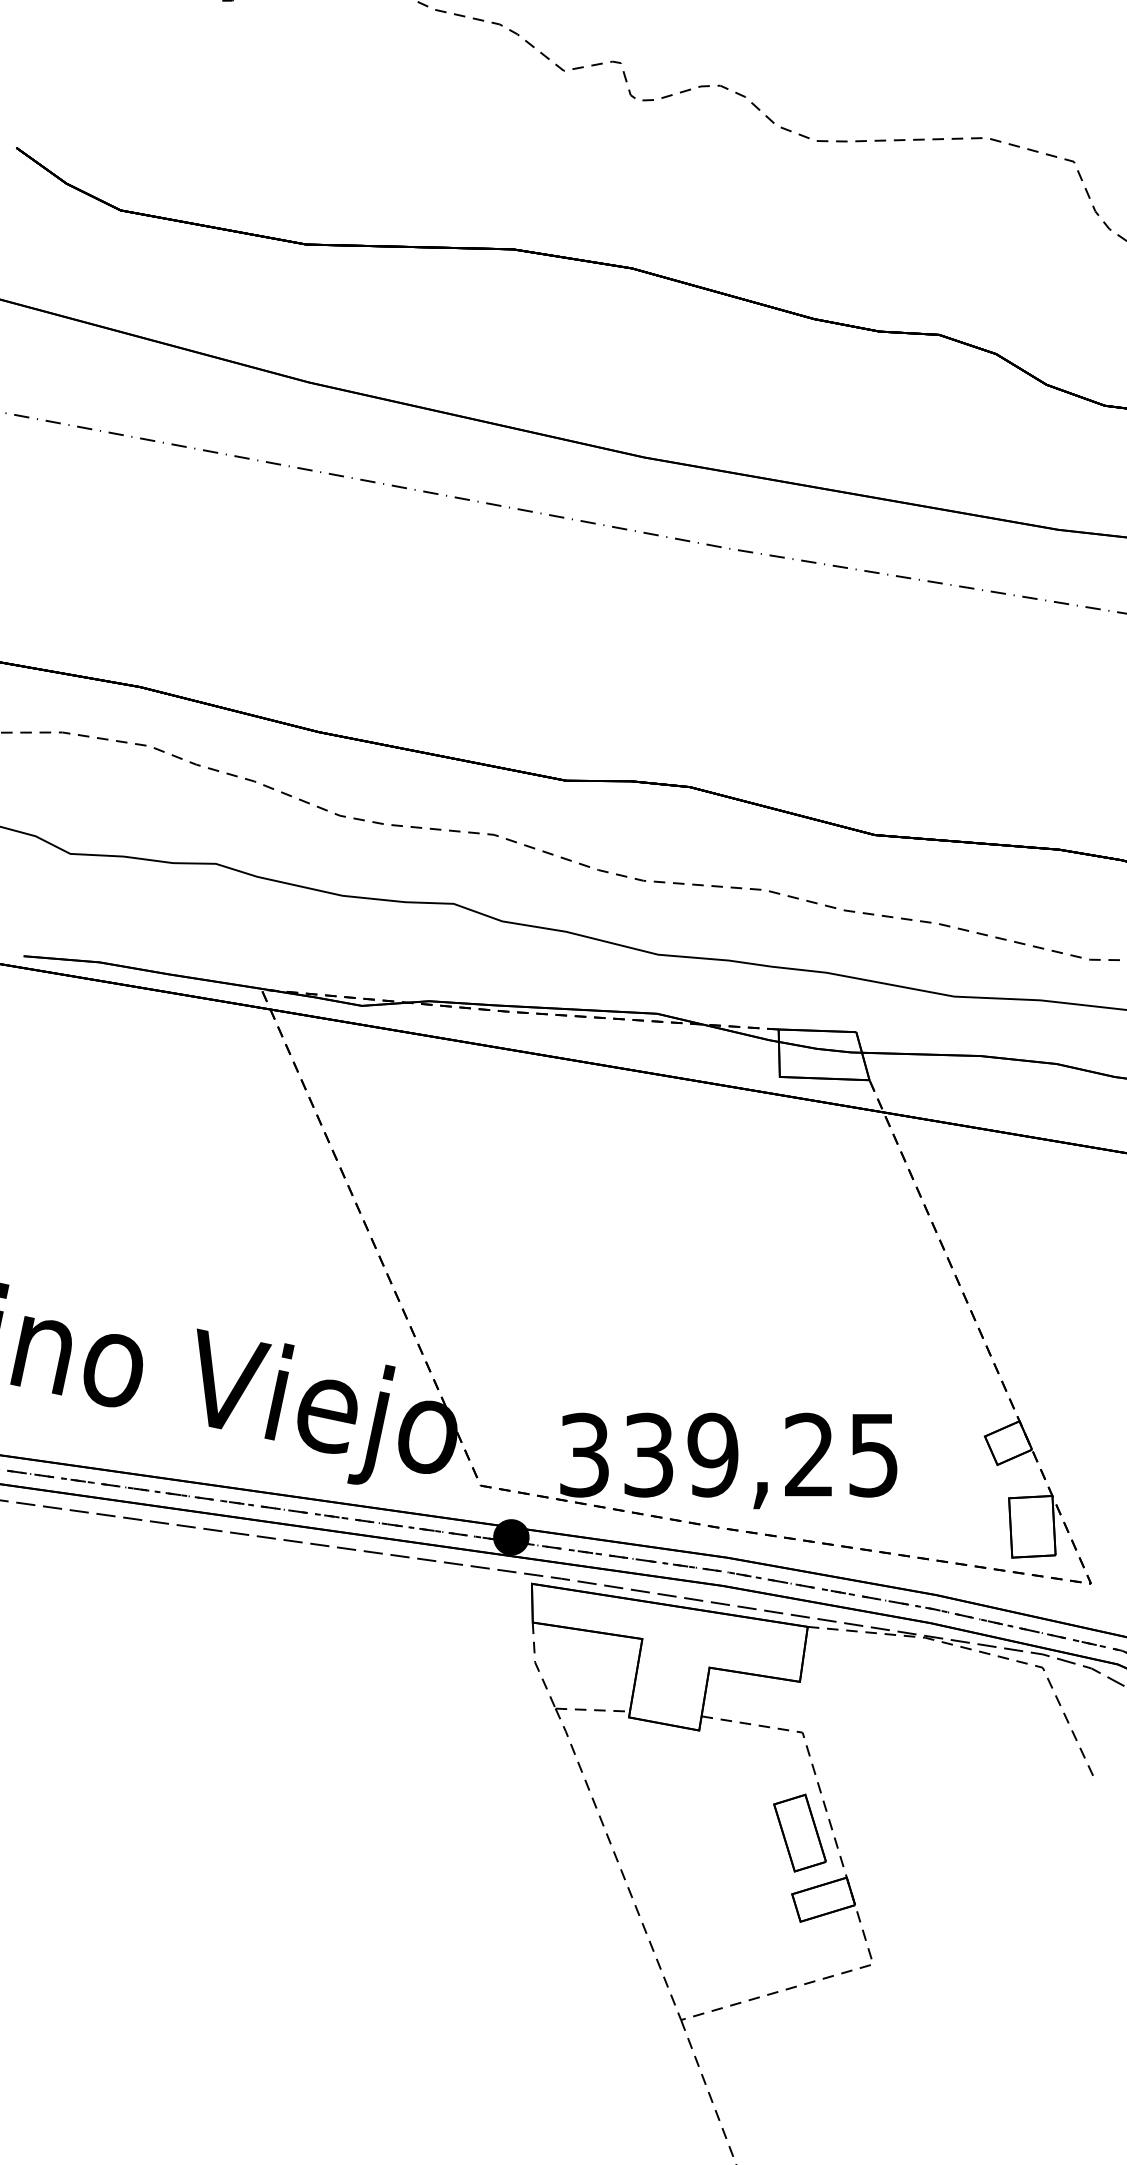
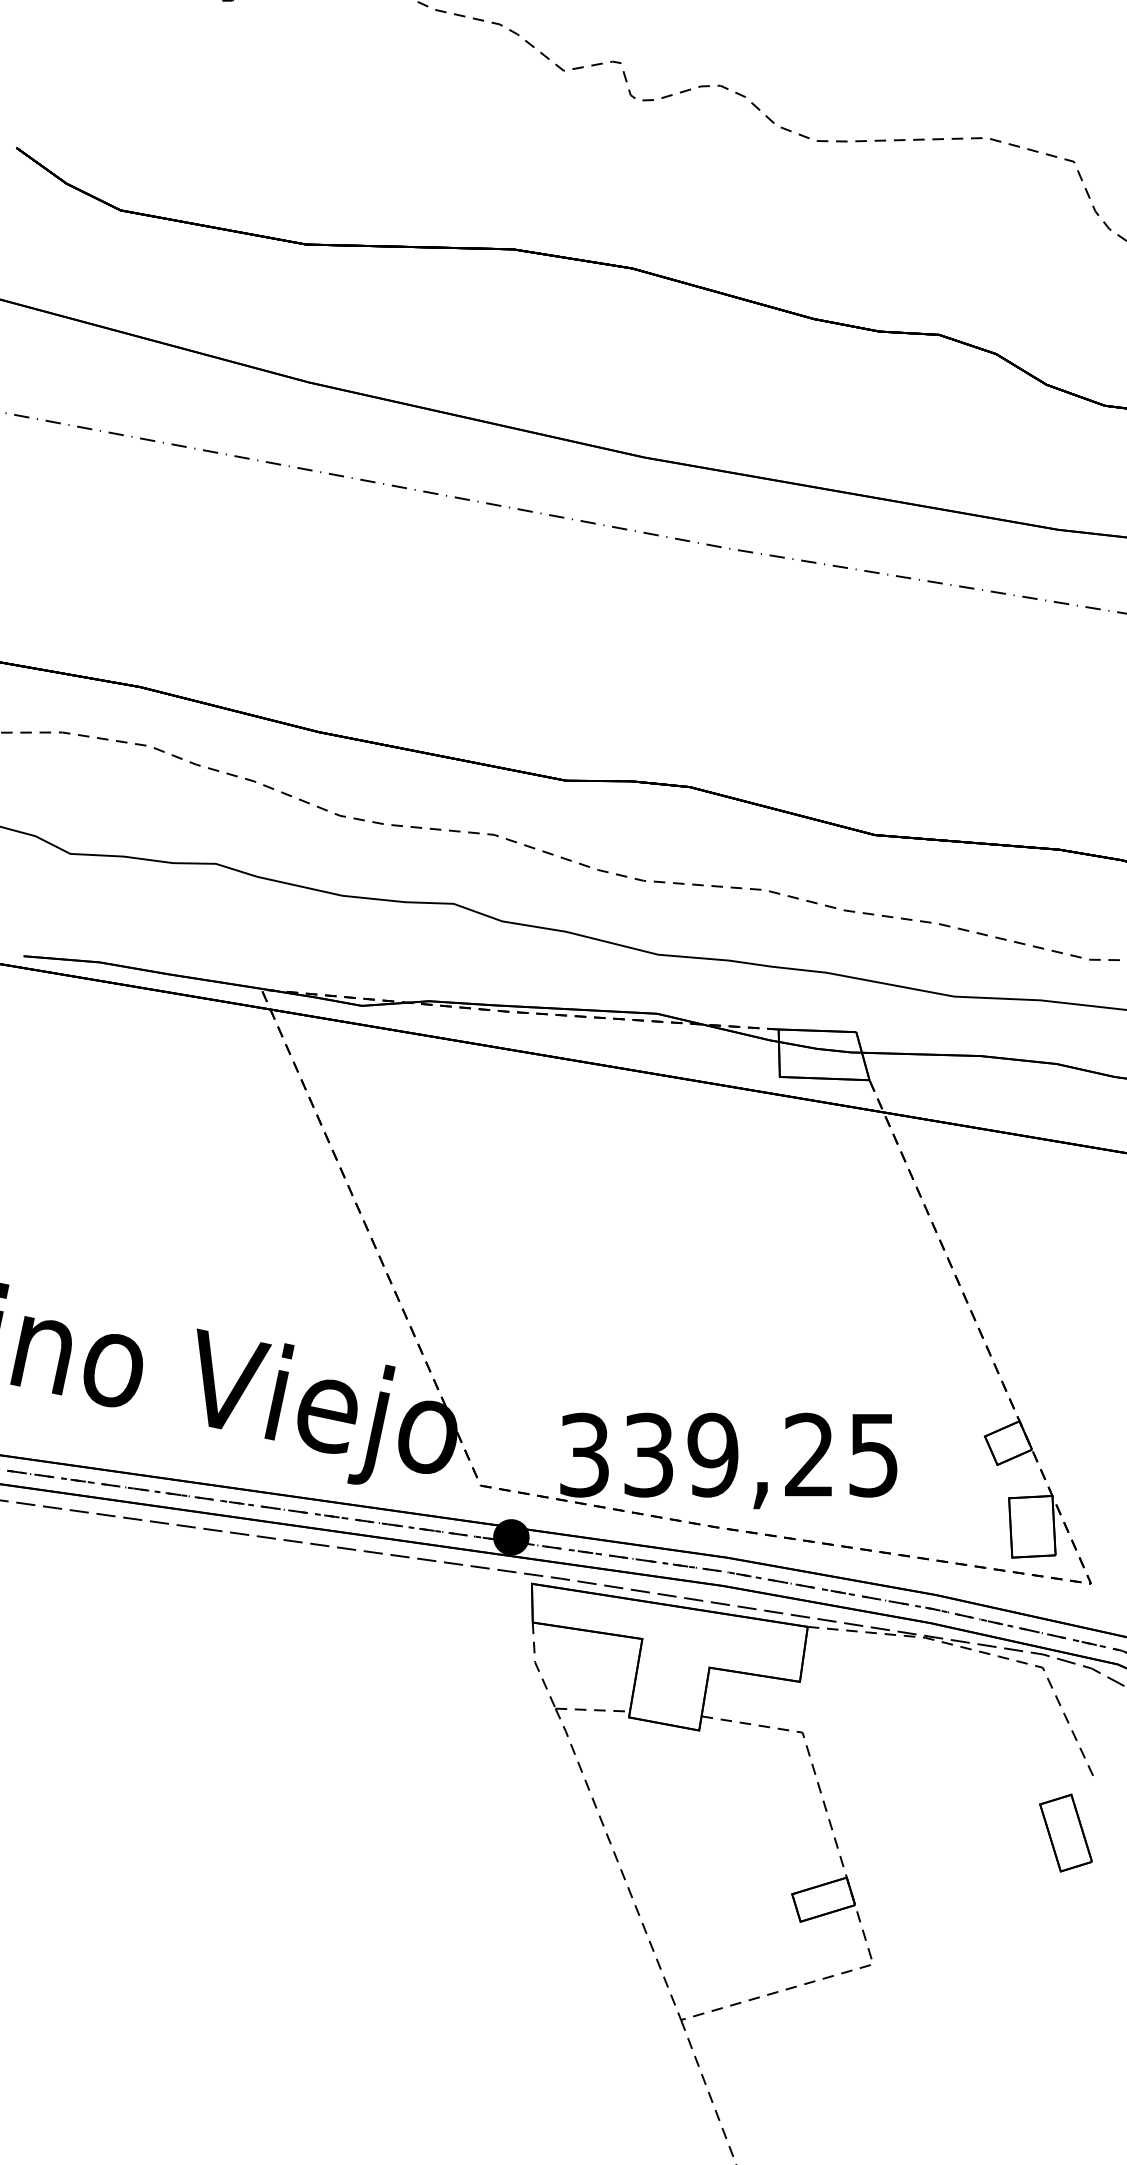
part at (799, 1832) position: (799, 1832) -> (1065, 1832)
